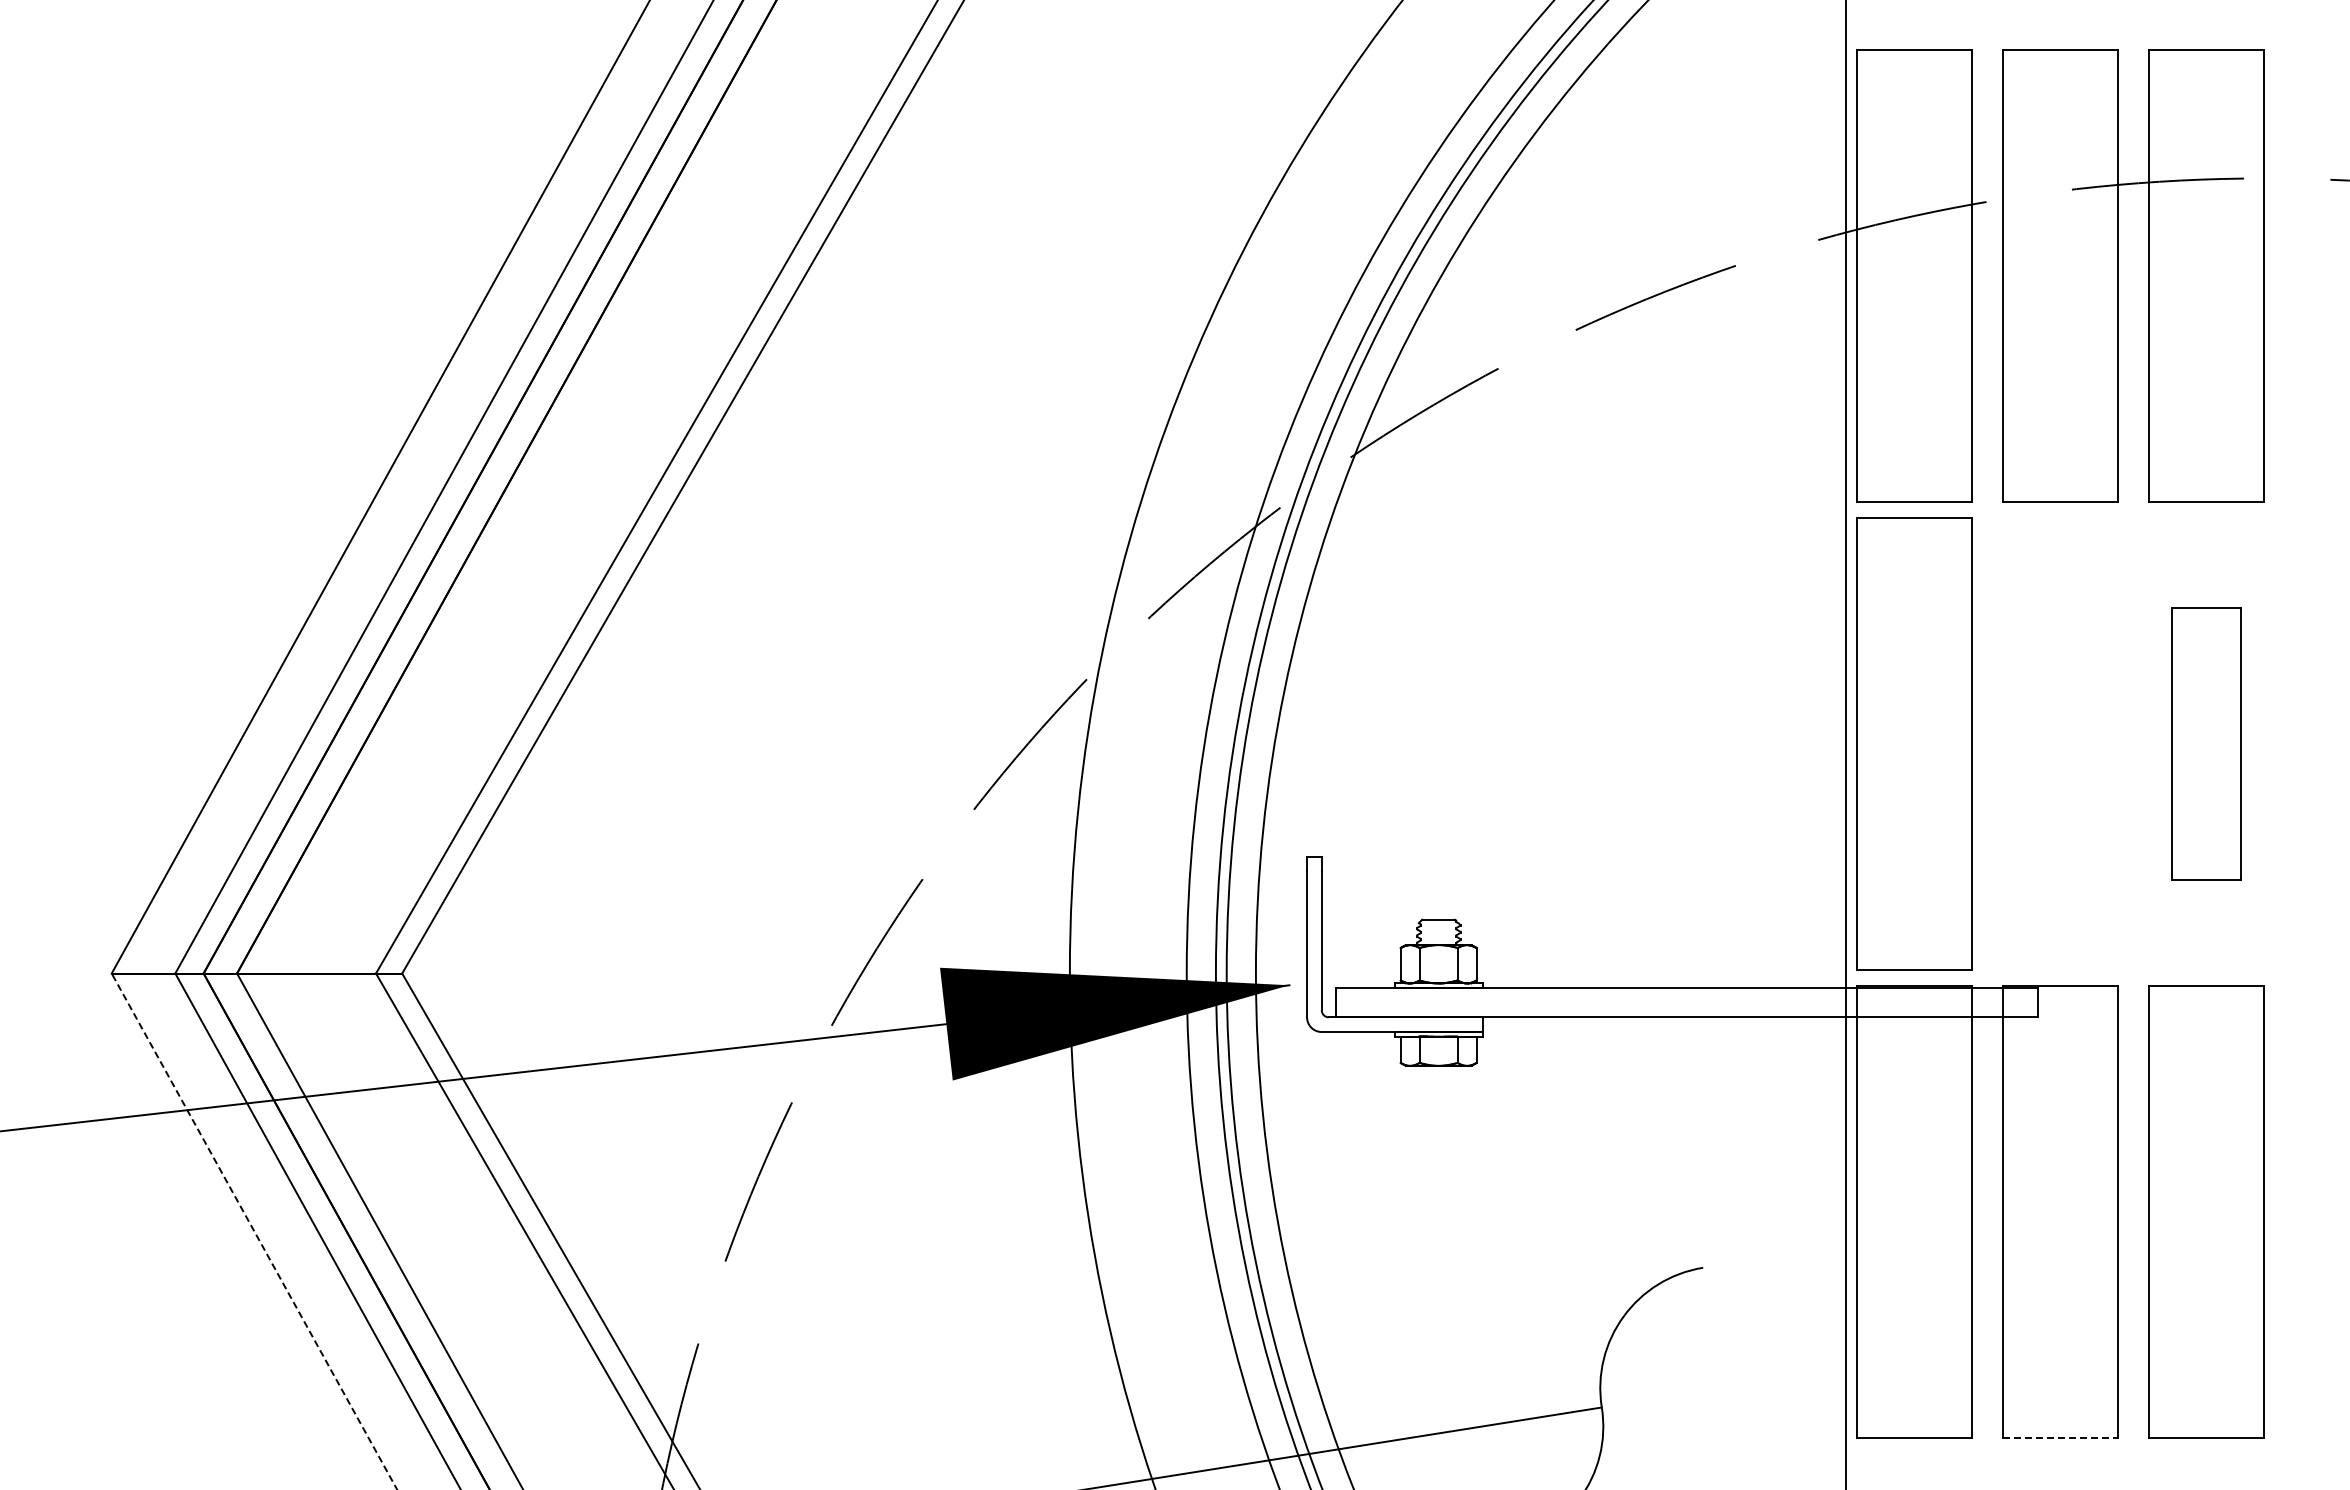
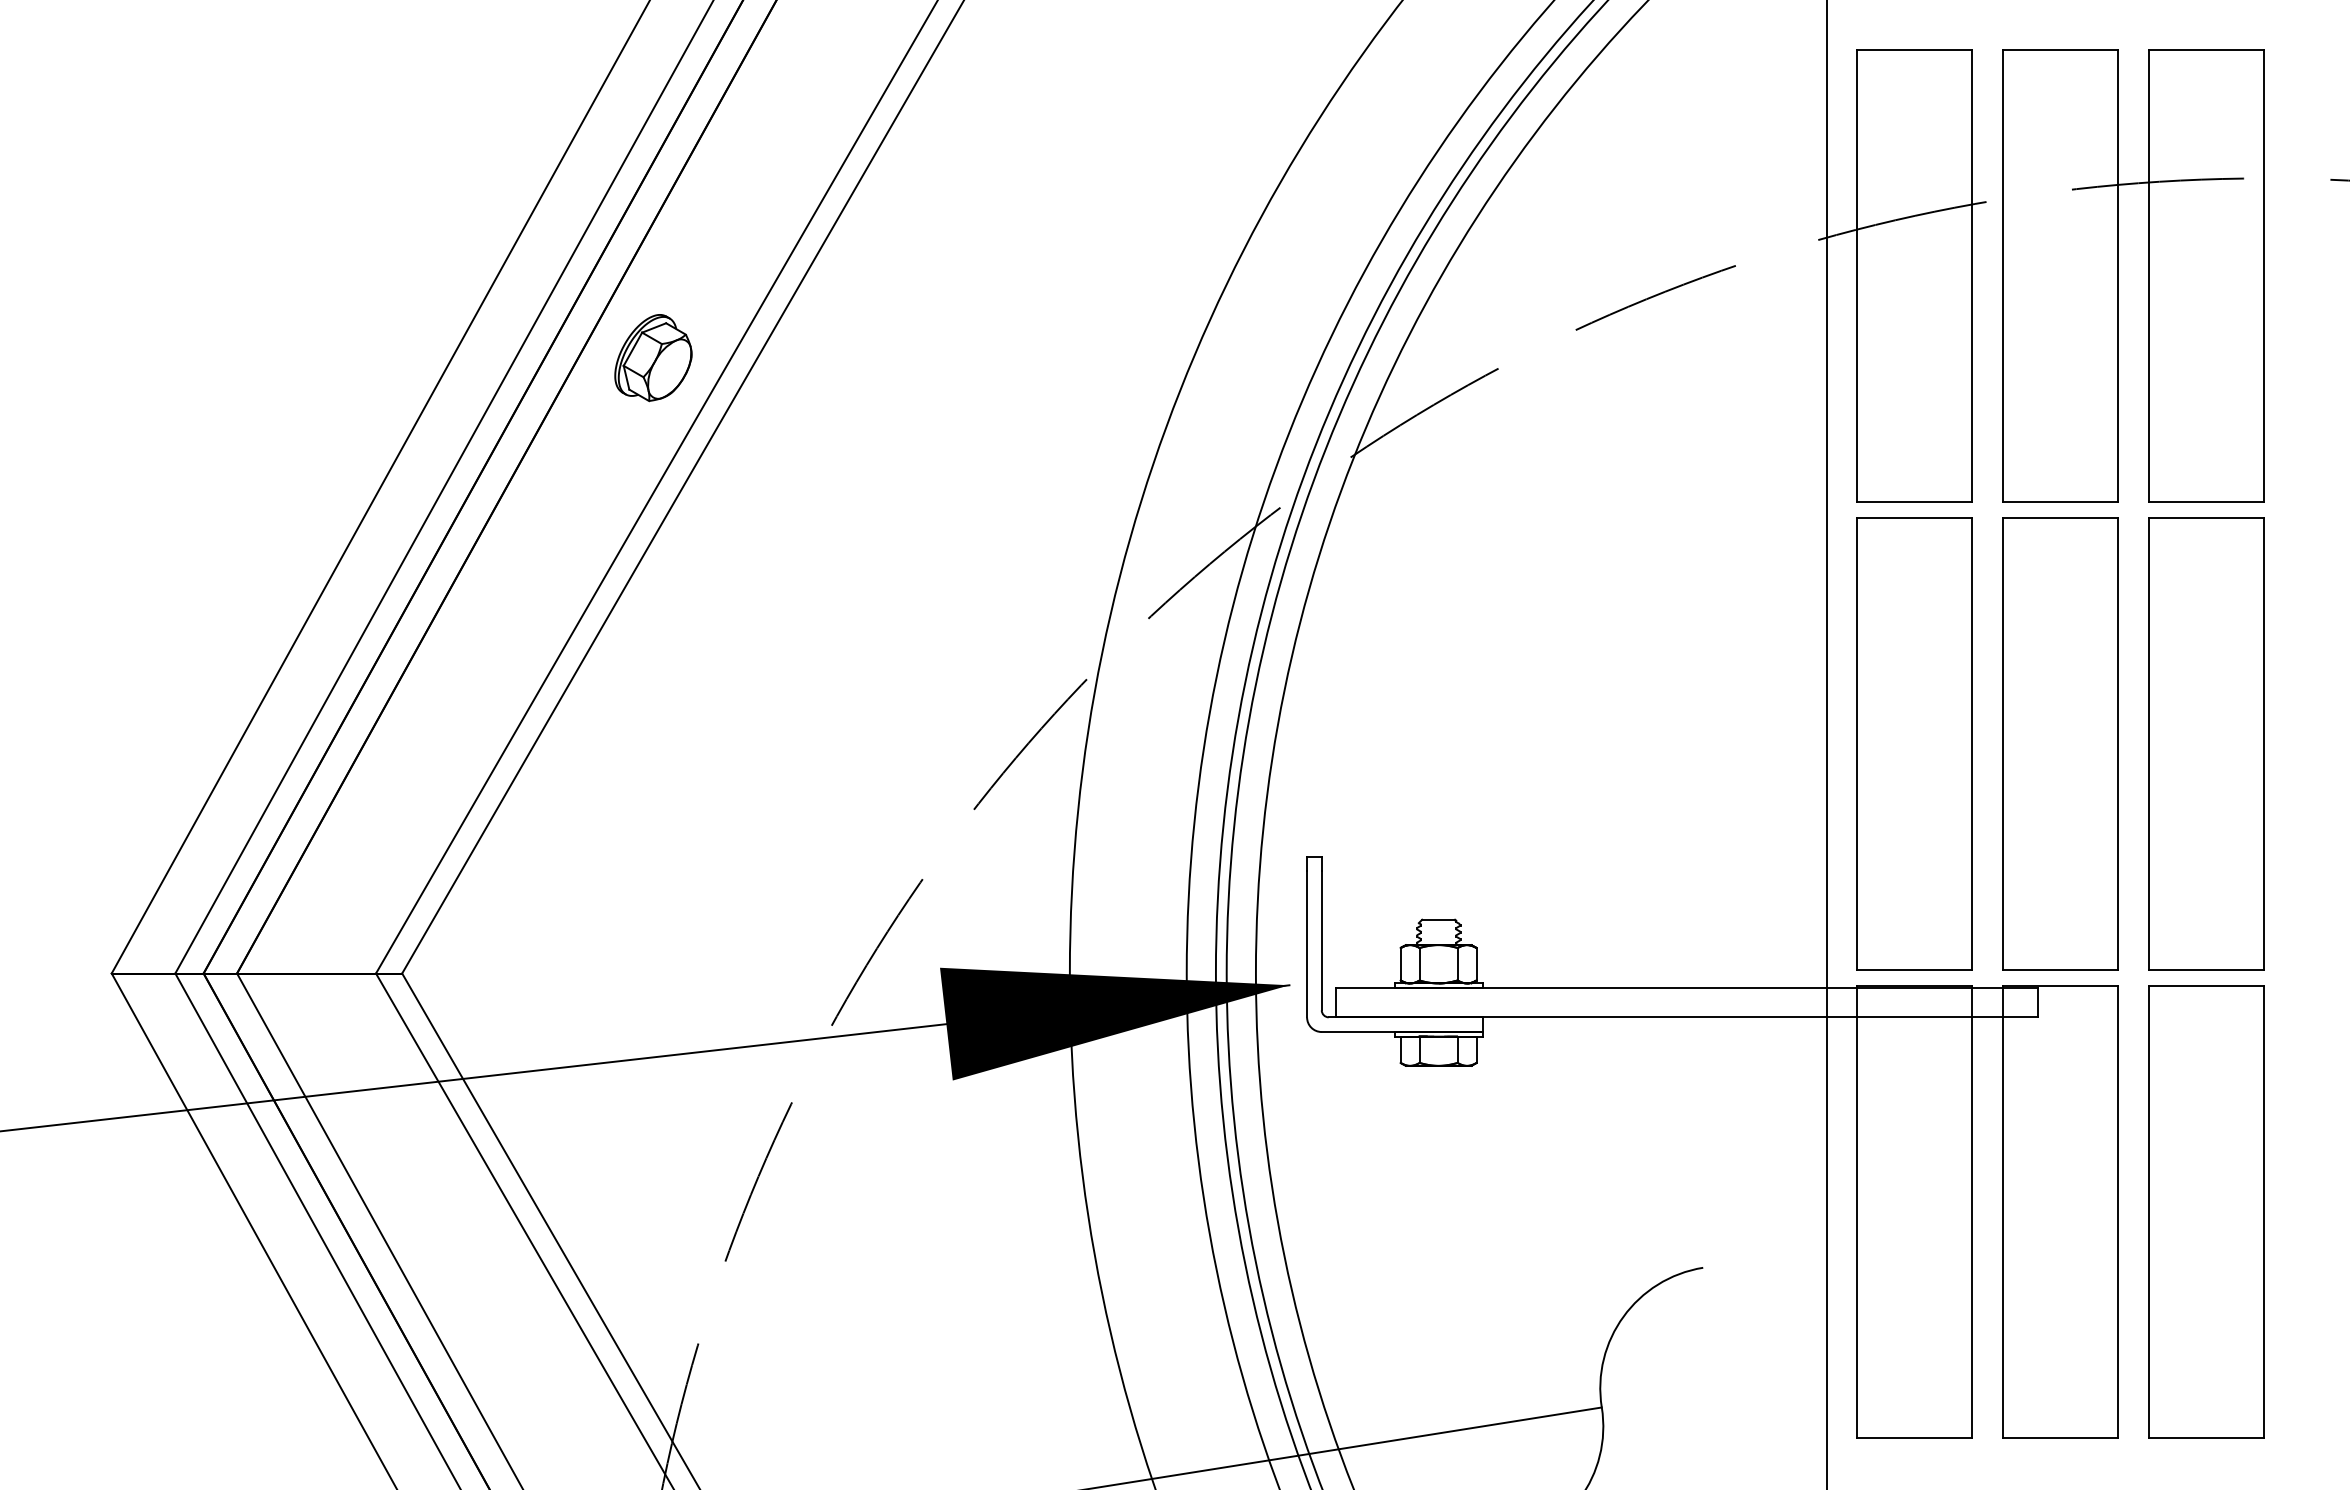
part at (653, 358): none -> present
part at (2060, 743): none -> present
part at (2206, 743) size: 71x274 px -> 117x454 px
line at (1846, 744) position: (1846, 744) -> (1827, 744)
line at (254, 1231): dashed -> solid
line at (2060, 1437): dashed -> solid
